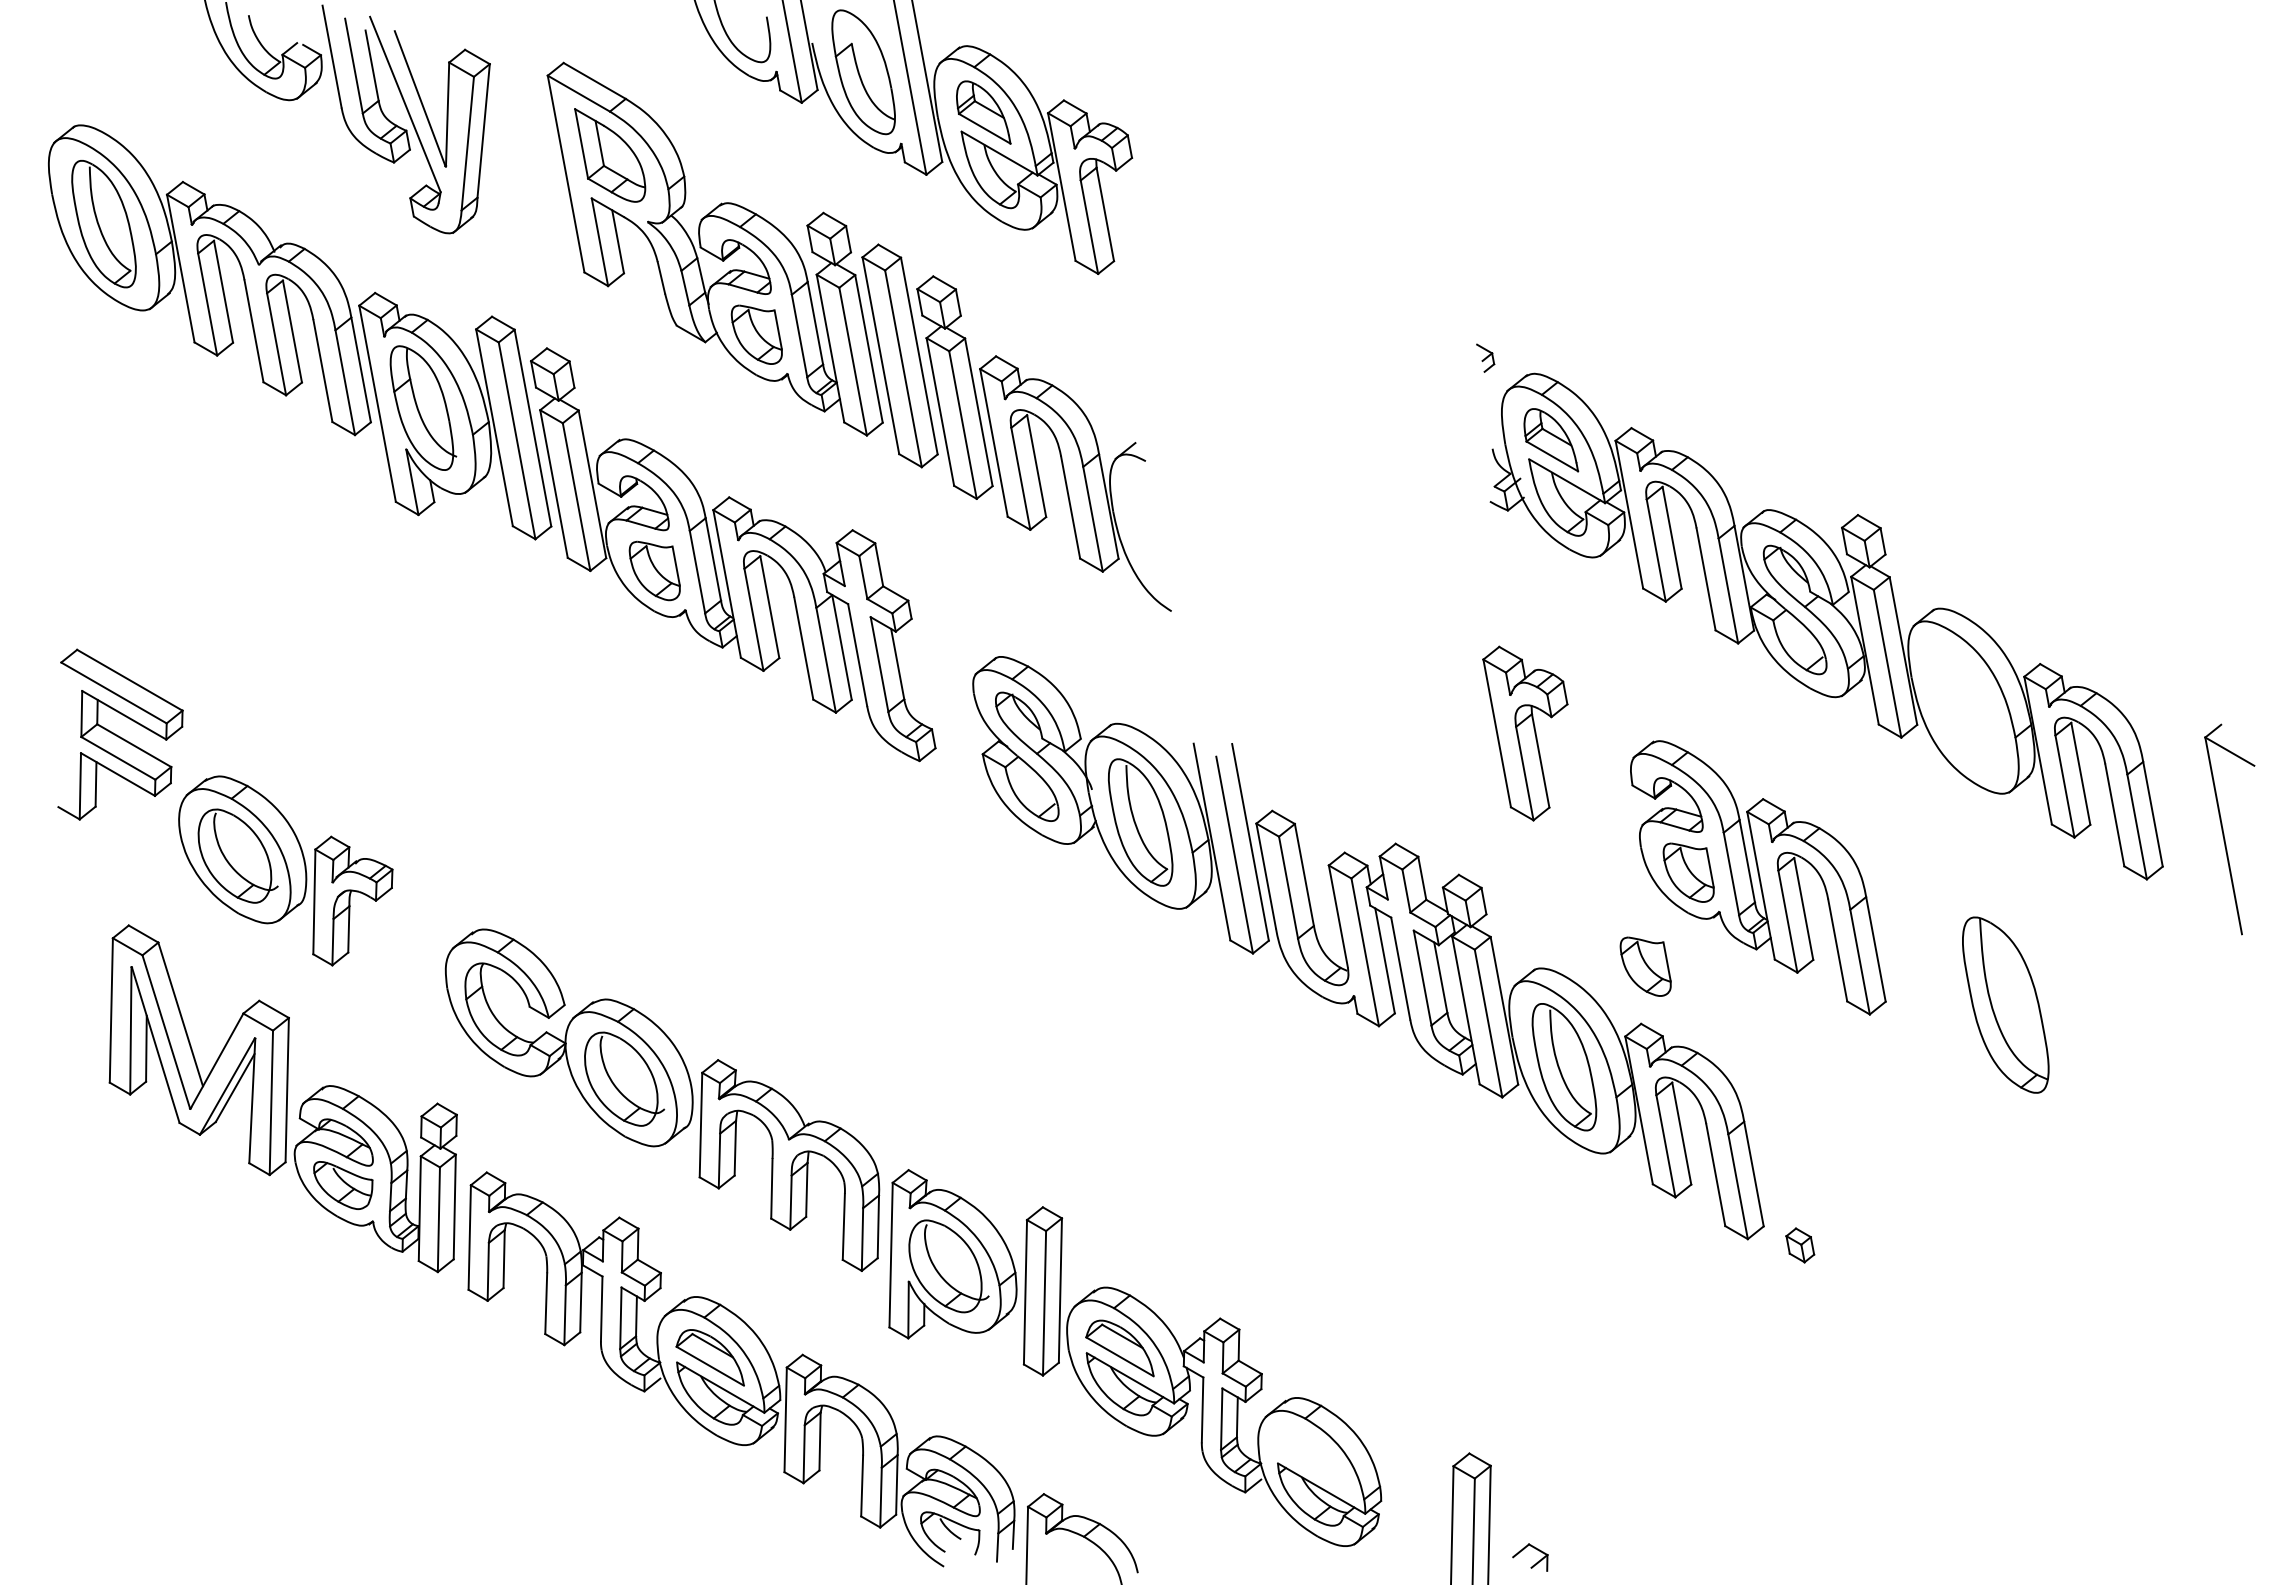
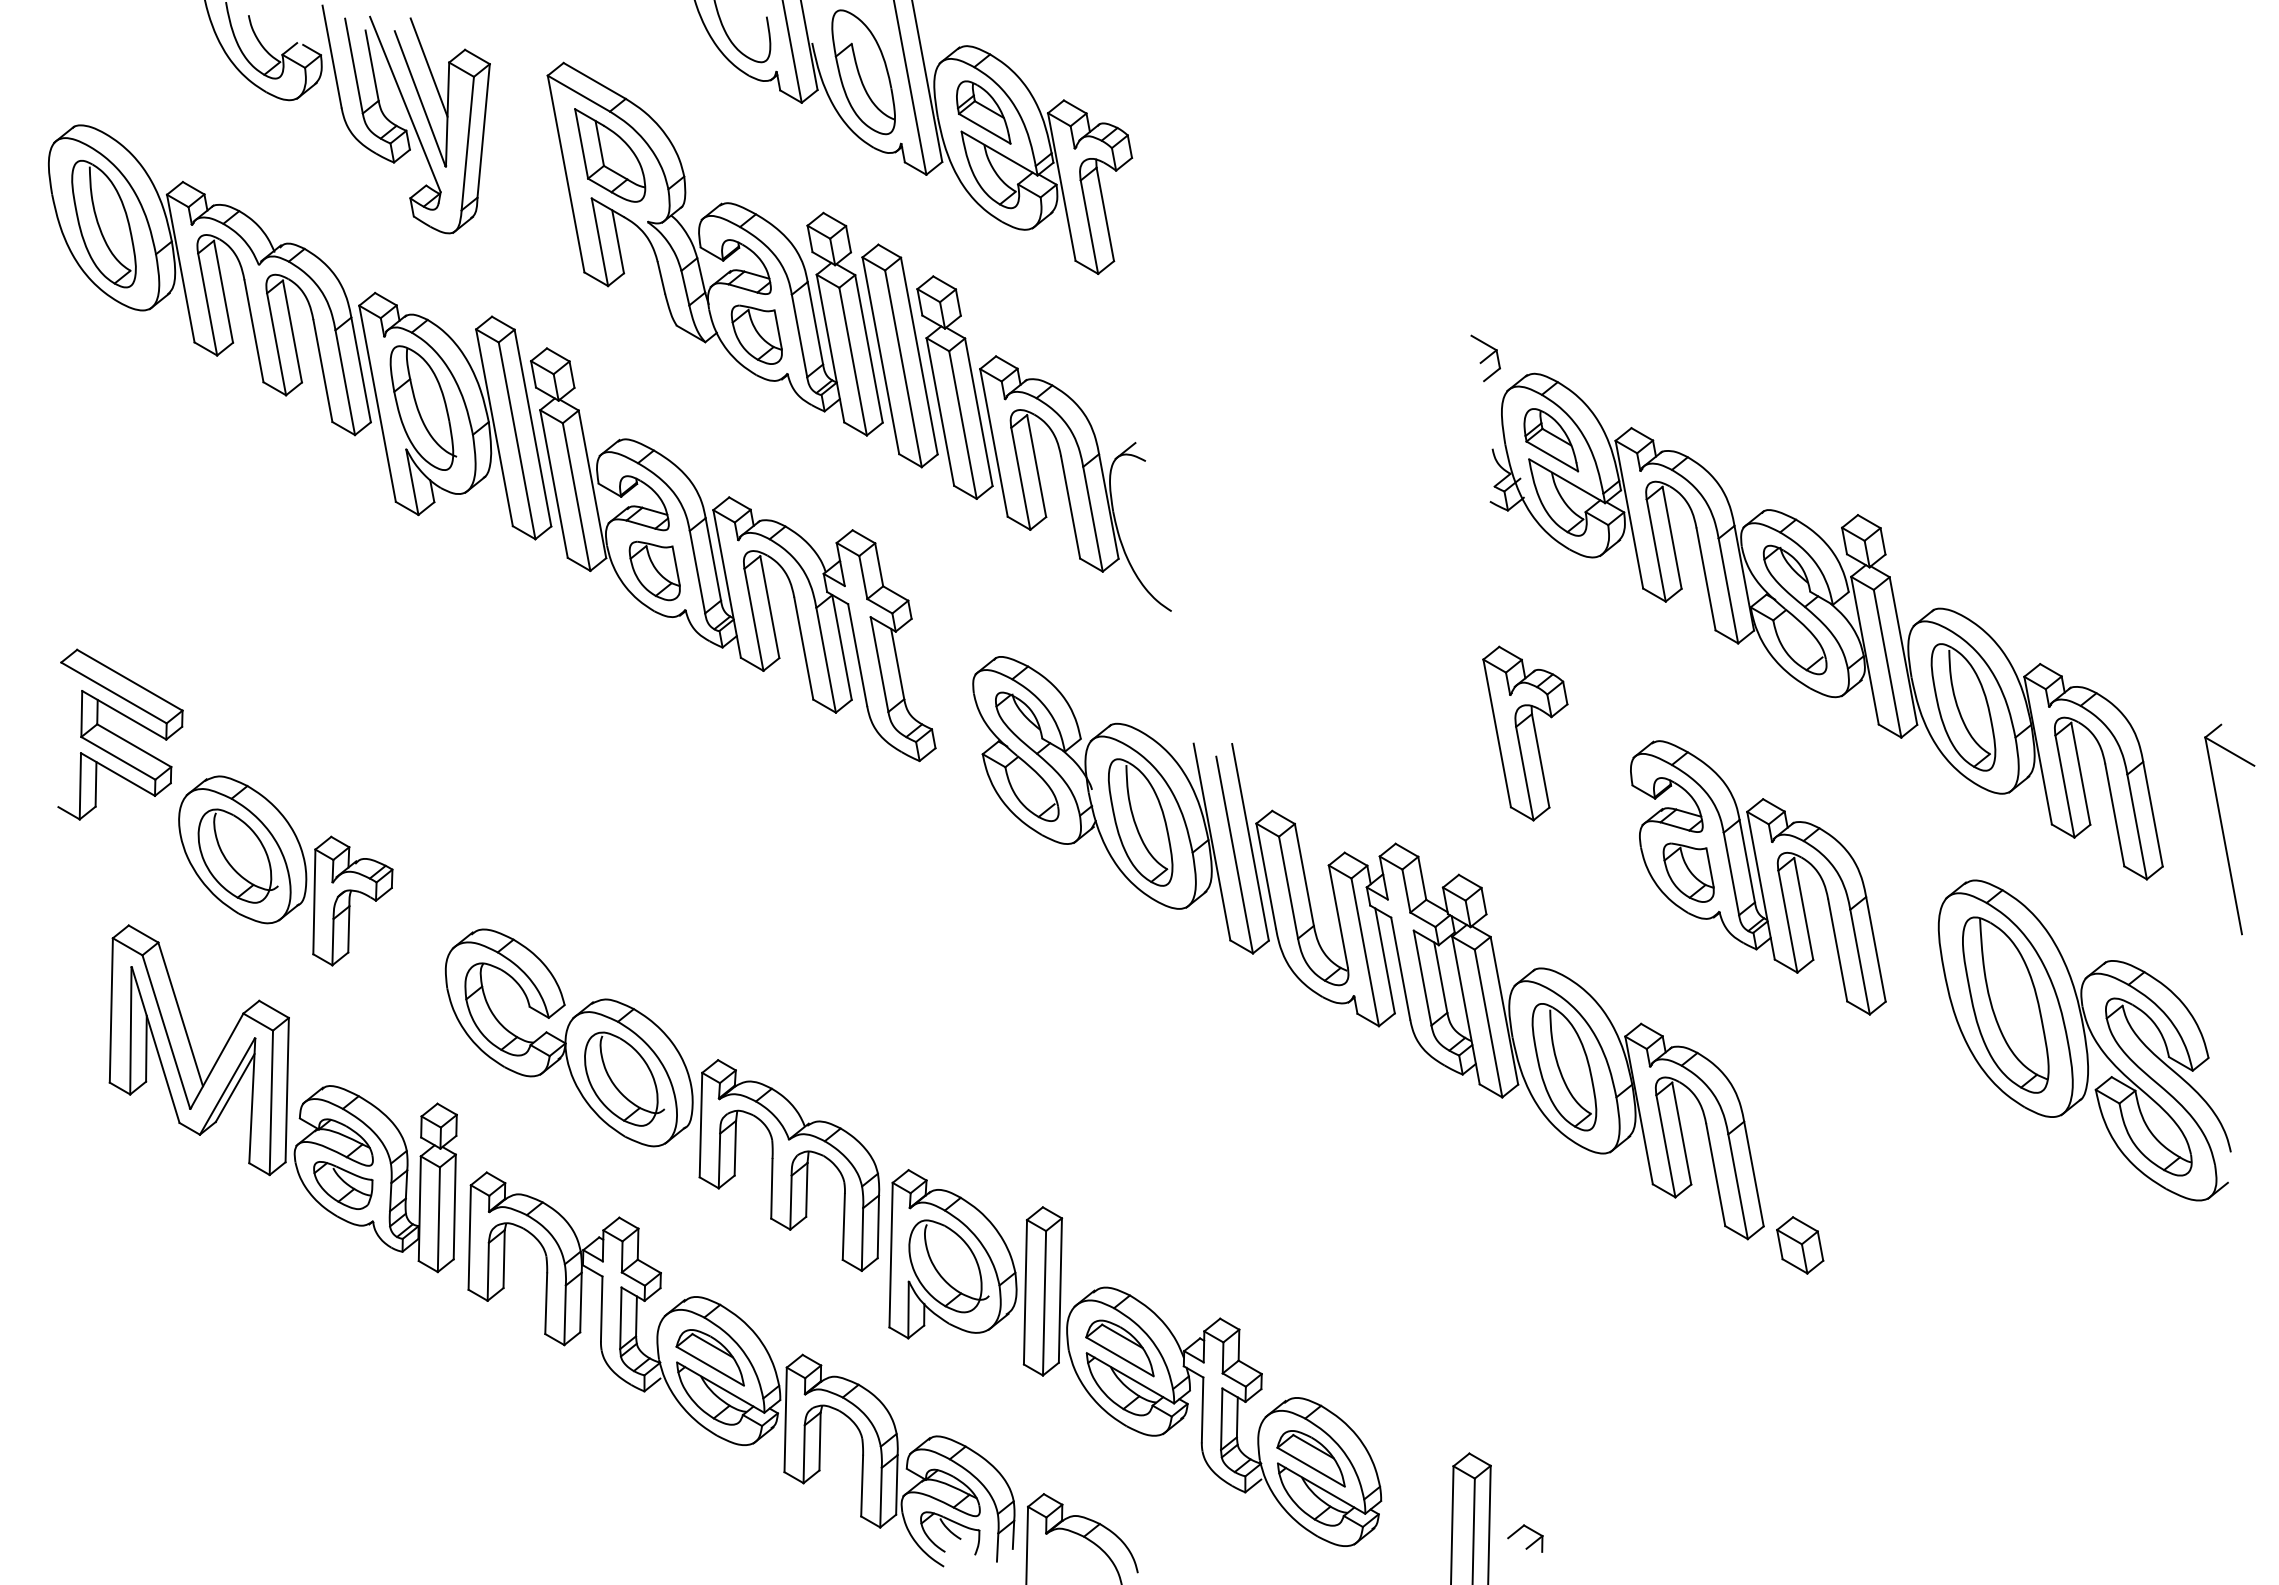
line at (428, 67): none -> present
part at (1485, 357) size: 20x30 px -> 31x48 px
part at (1963, 707): none -> present
part at (1645, 966): present -> none
part at (2084, 1040): none -> present
part at (1800, 1245) size: 31x37 px -> 49x59 px
part at (1310, 1458): none -> present
part at (1536, 1562) position: (1536, 1562) -> (1531, 1543)
